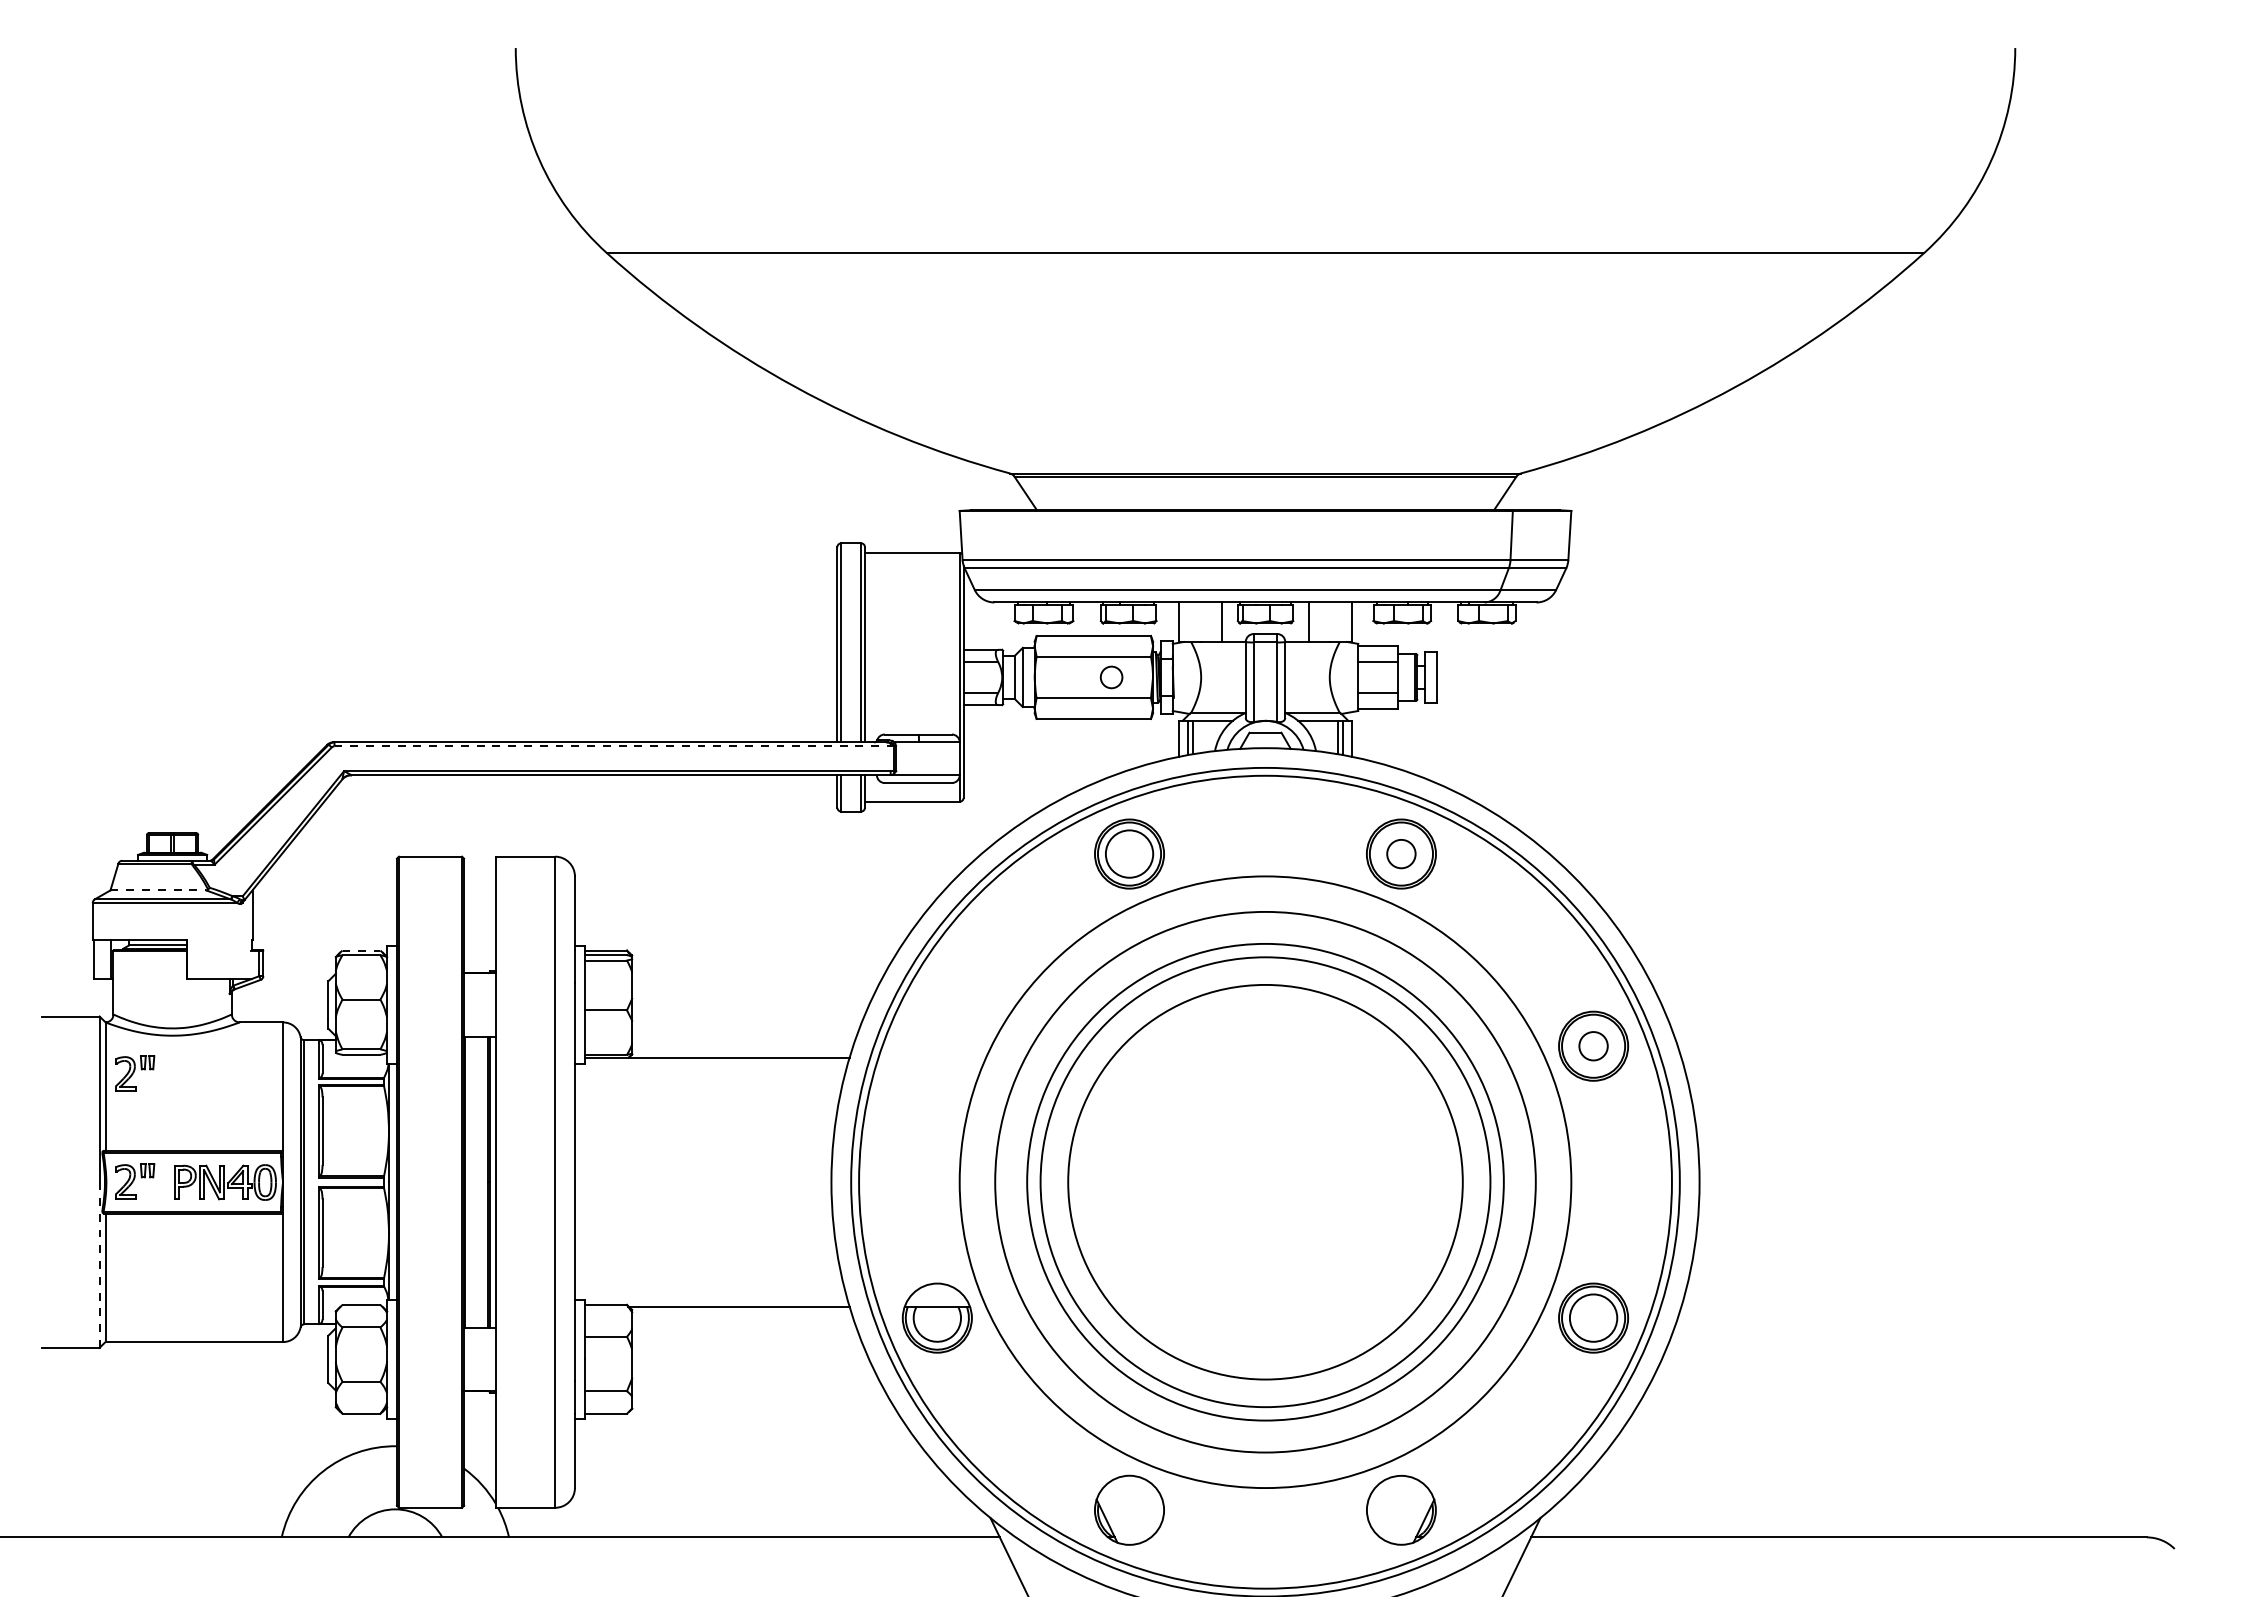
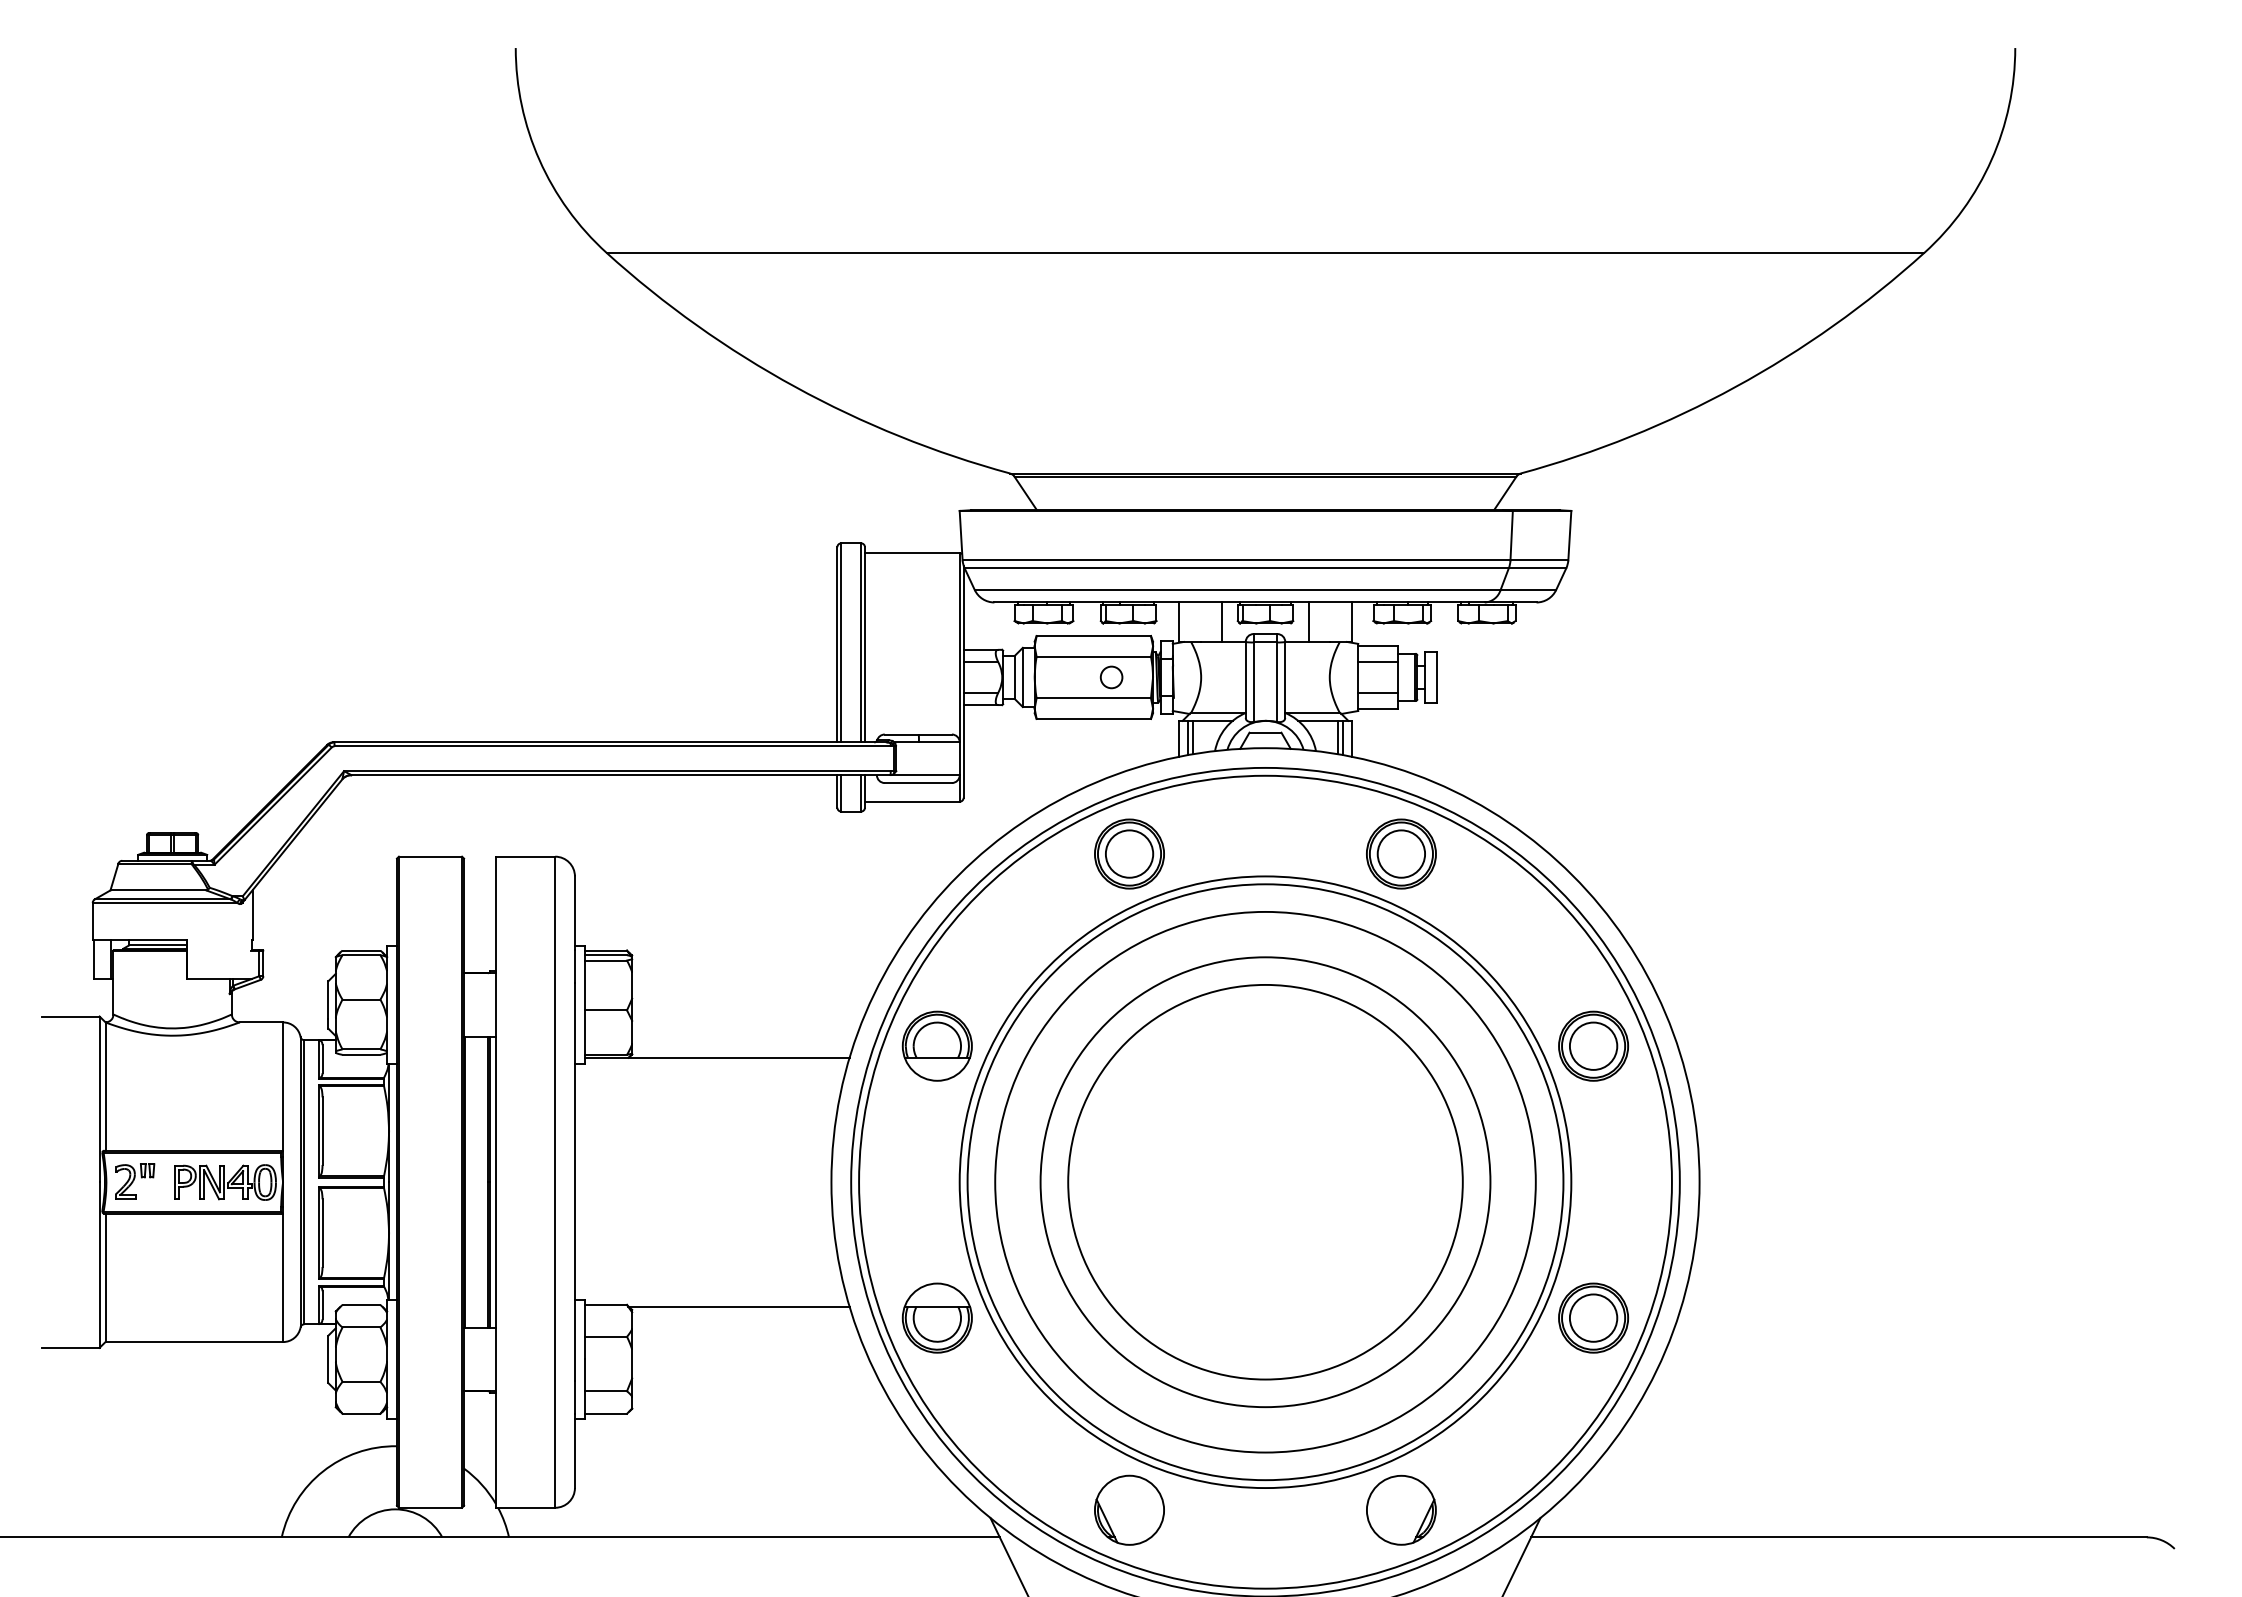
line at (613, 746): dashed -> solid
circle at (1401, 853) diameter: 28 px -> 47 px
line at (158, 890): dashed -> solid
line at (361, 950): dashed -> solid
part at (936, 1045): none -> present
circle at (1593, 1046) diameter: 28 px -> 47 px
part at (135, 1073): present -> none
circle at (1265, 1181) diameter: 477 px -> 596 px
line at (99, 1265): dashed -> solid
